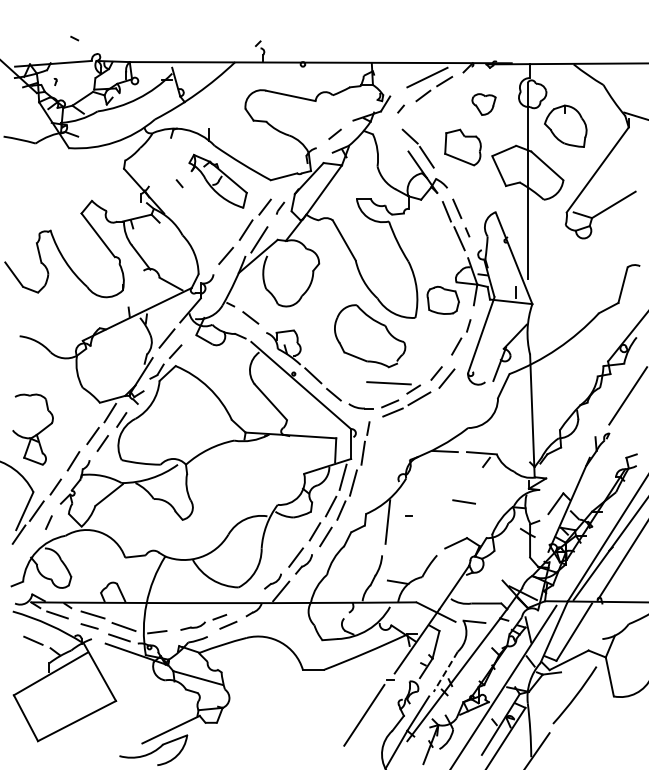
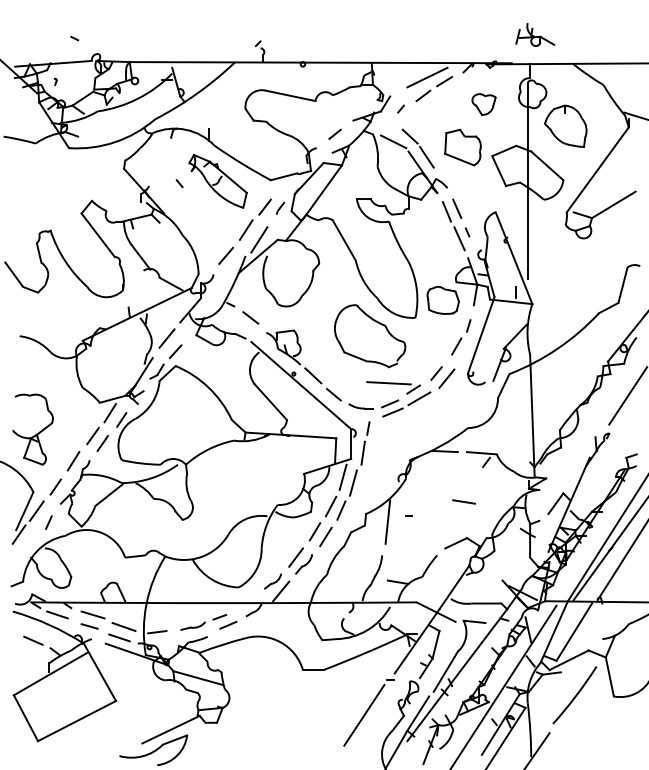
part at (535, 34): none -> present
line at (393, 141): none -> present
line at (445, 672): dashed -> solid
